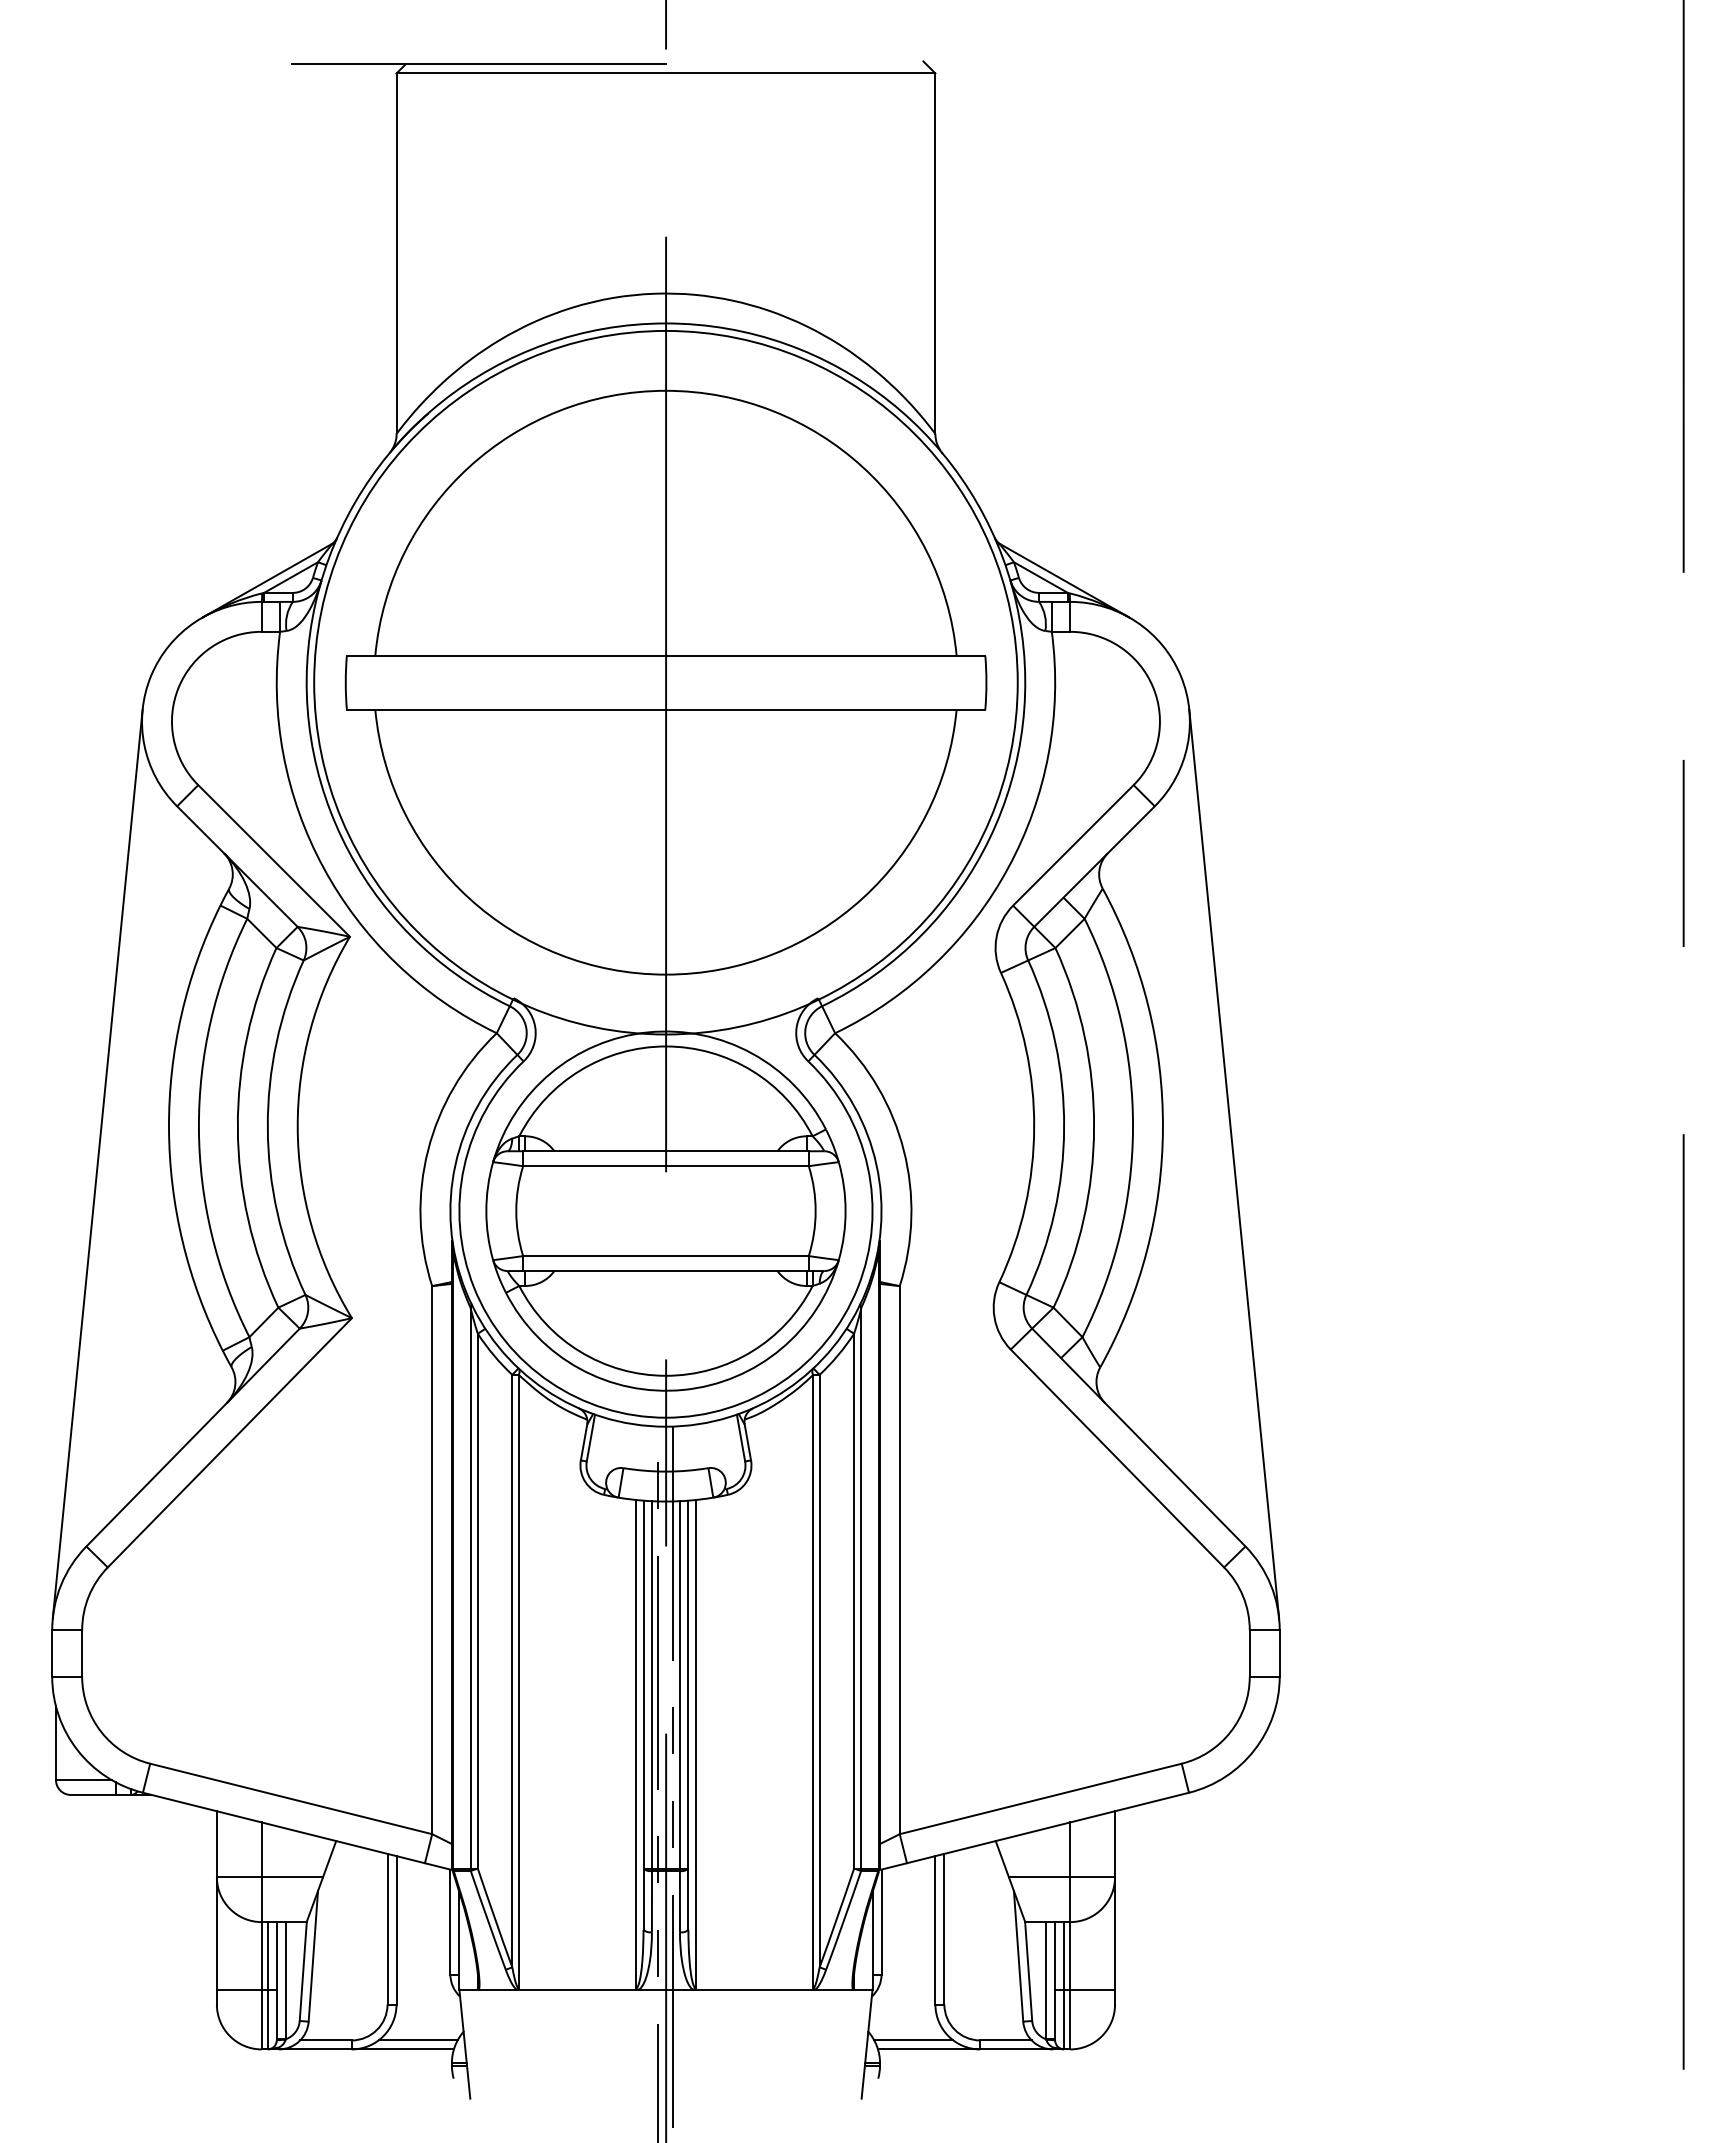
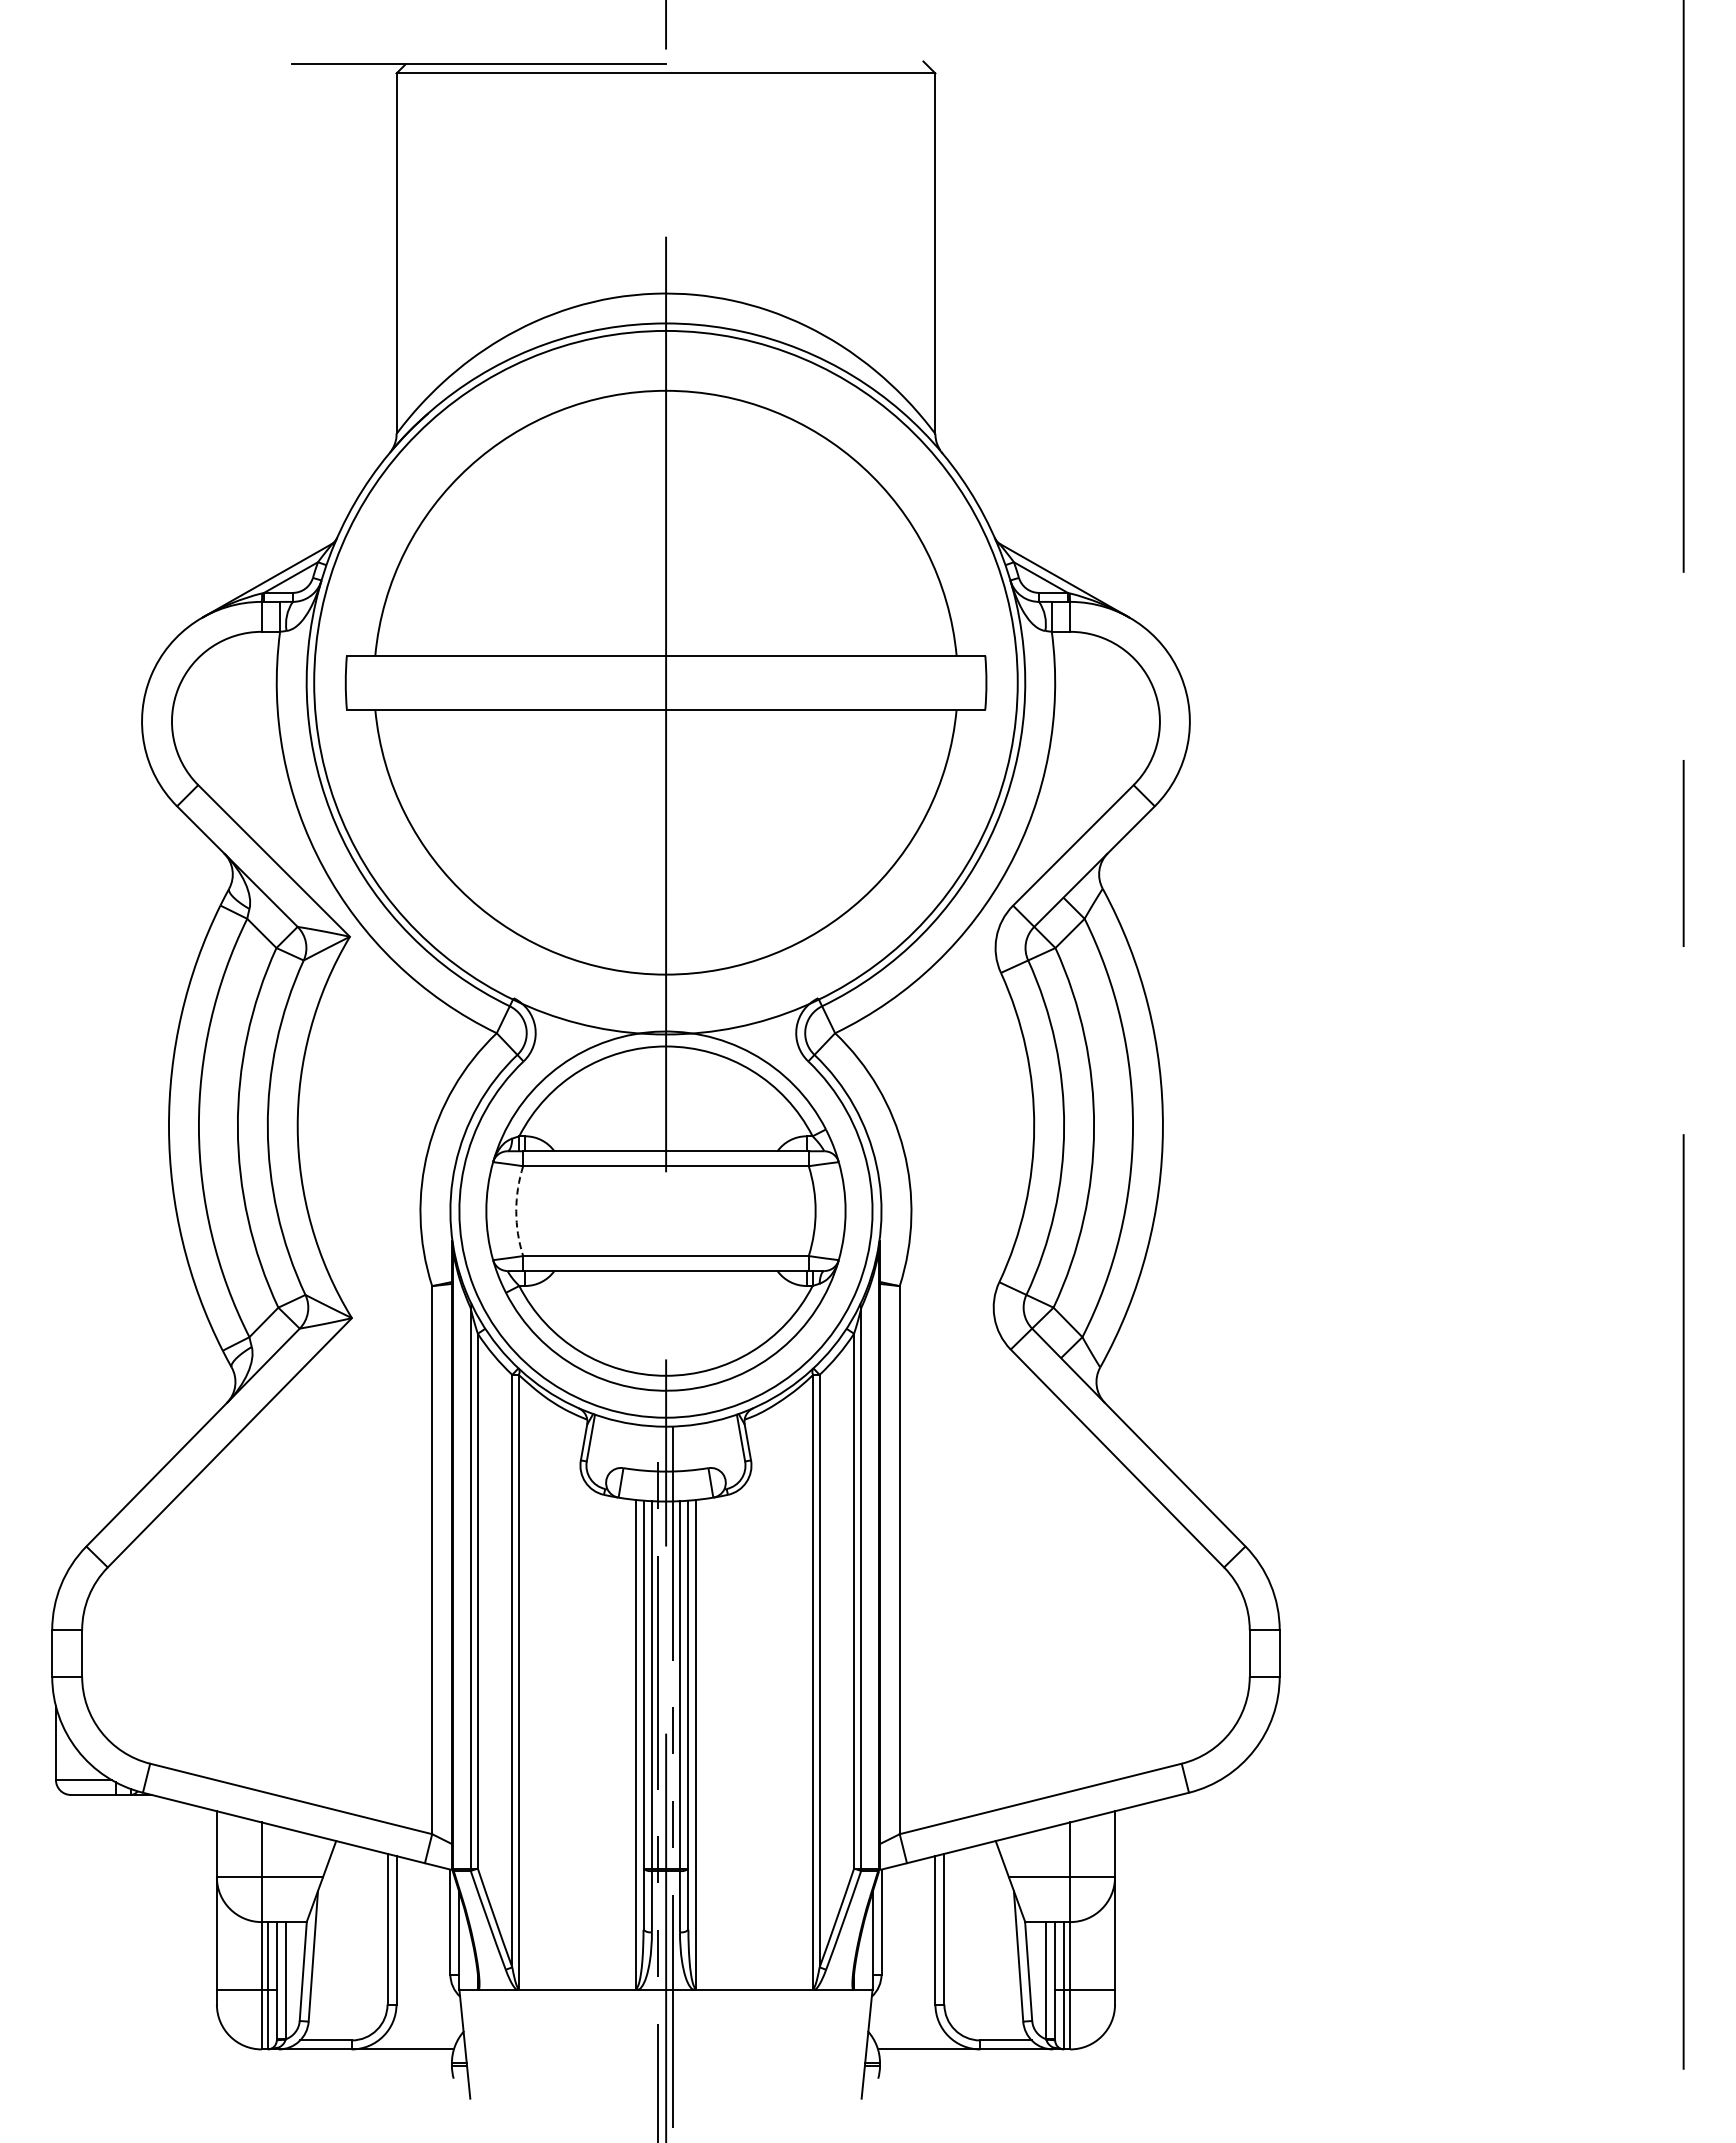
line at (97, 1163): present -> none
line at (1234, 1163): present -> none
arc at (516, 1211): solid -> dashed
line at (417, 2040): present -> none
line at (913, 2040): present -> none
